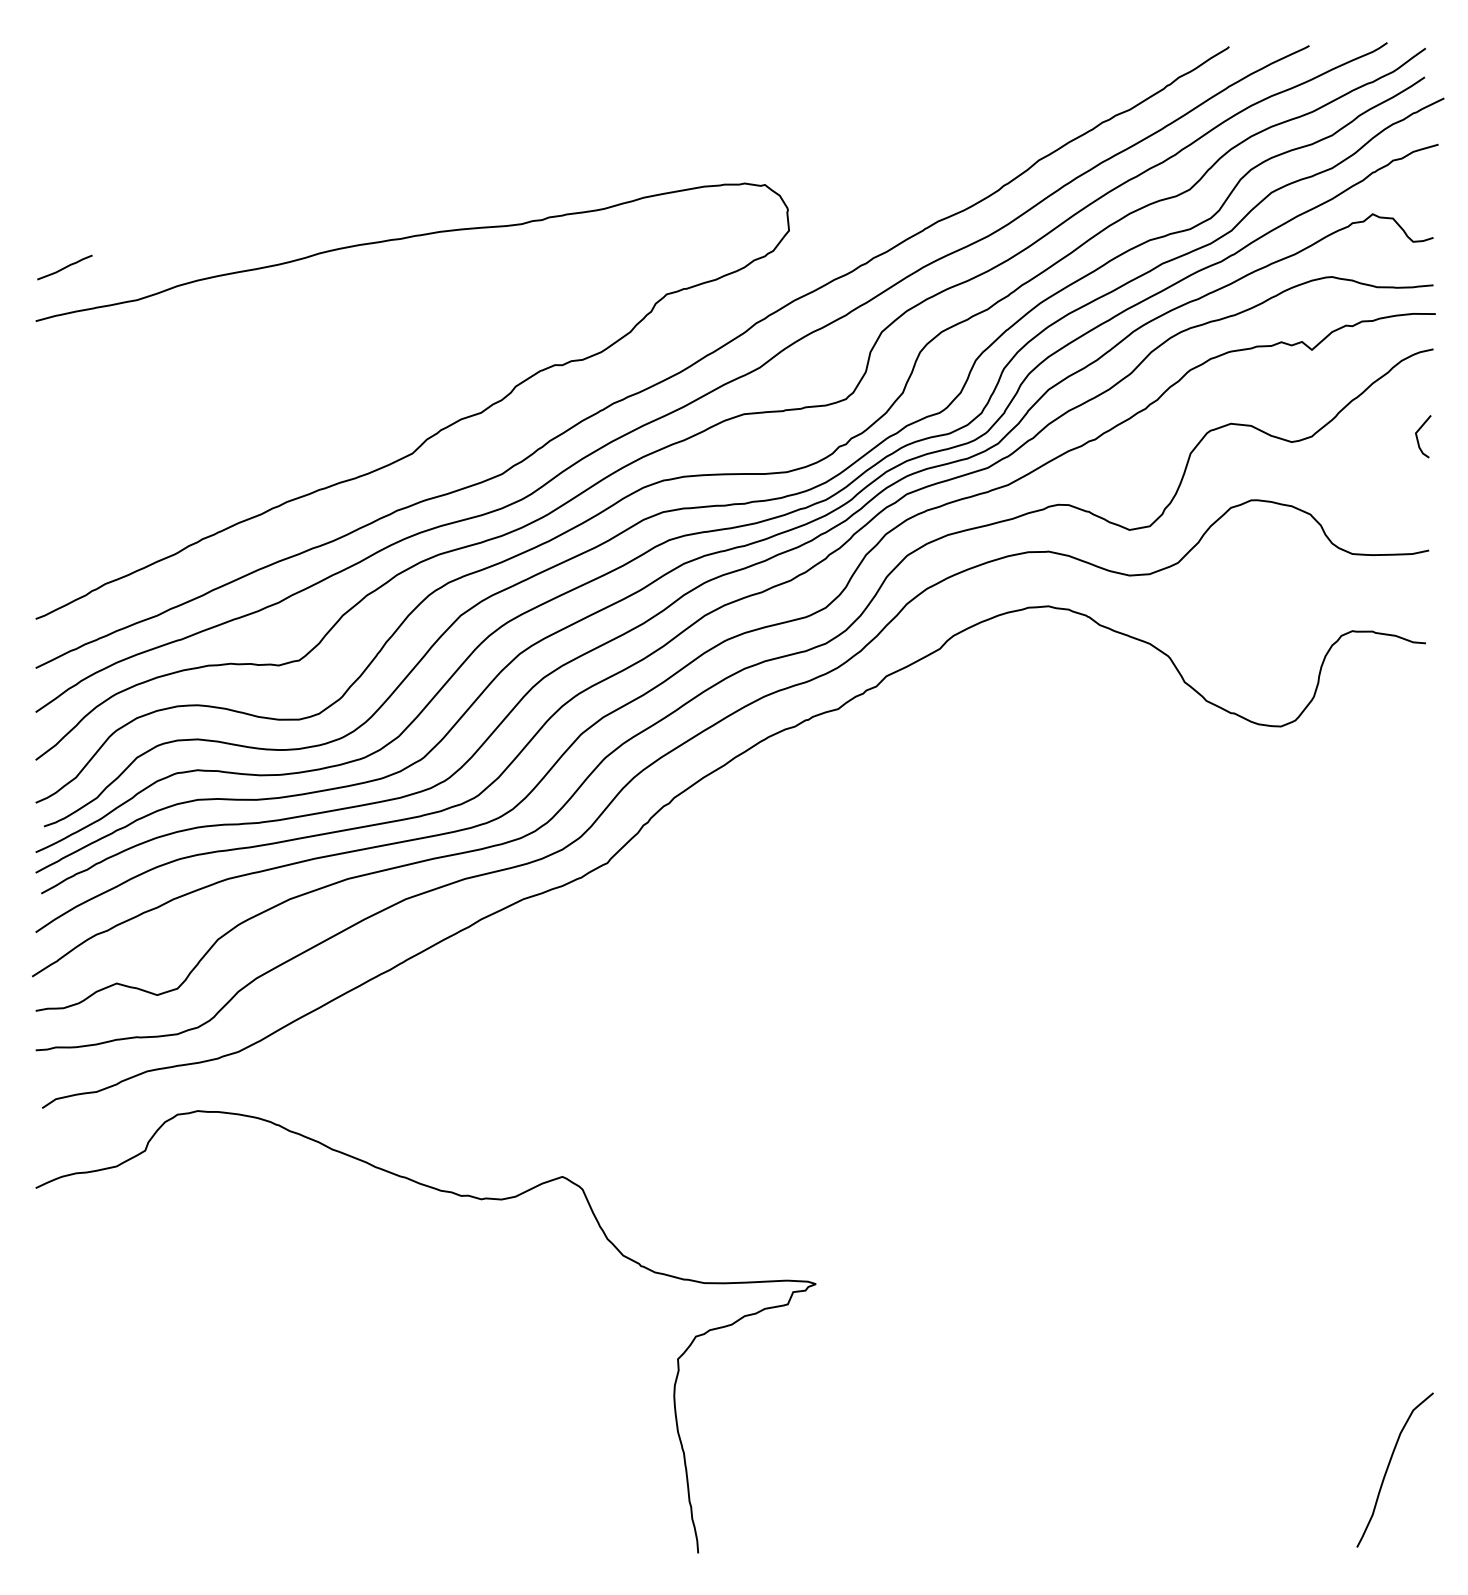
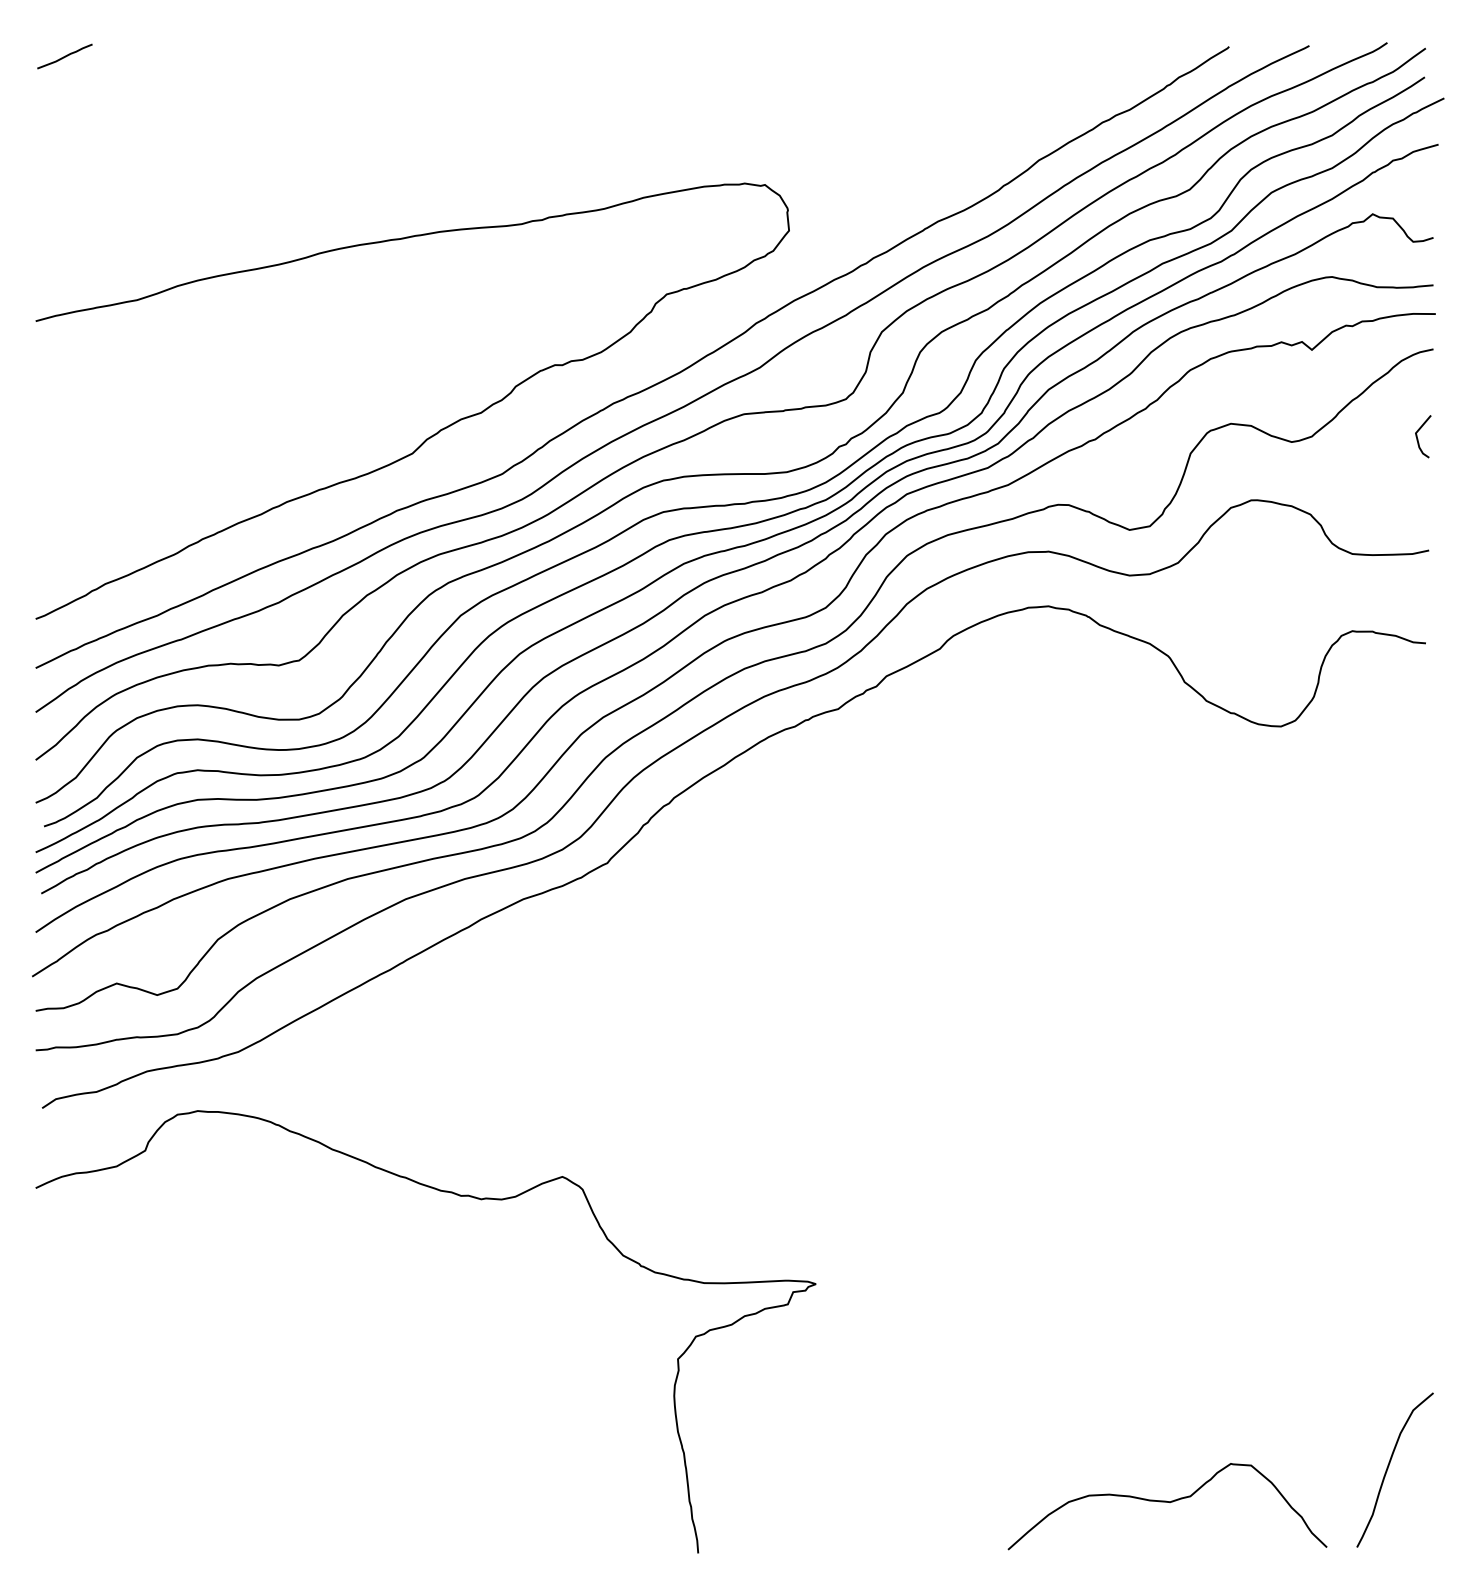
curve at (64, 267) position: (64, 267) -> (64, 56)
curve at (1167, 1502): none -> present
